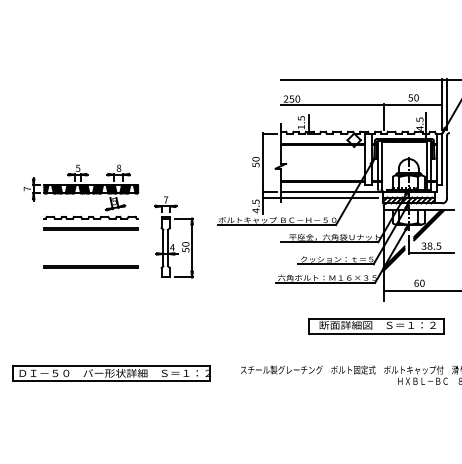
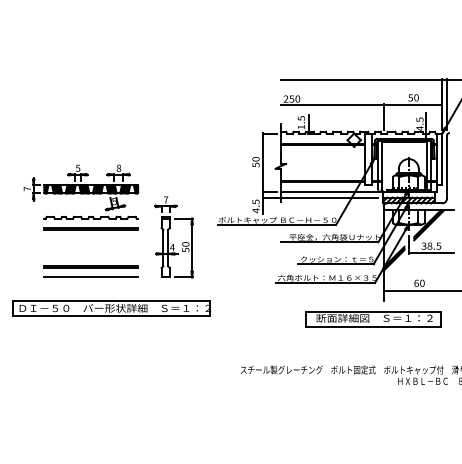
line at (91, 277): none -> present
part at (376, 326) position: (376, 326) -> (373, 319)
part at (111, 373) position: (111, 373) -> (111, 308)
